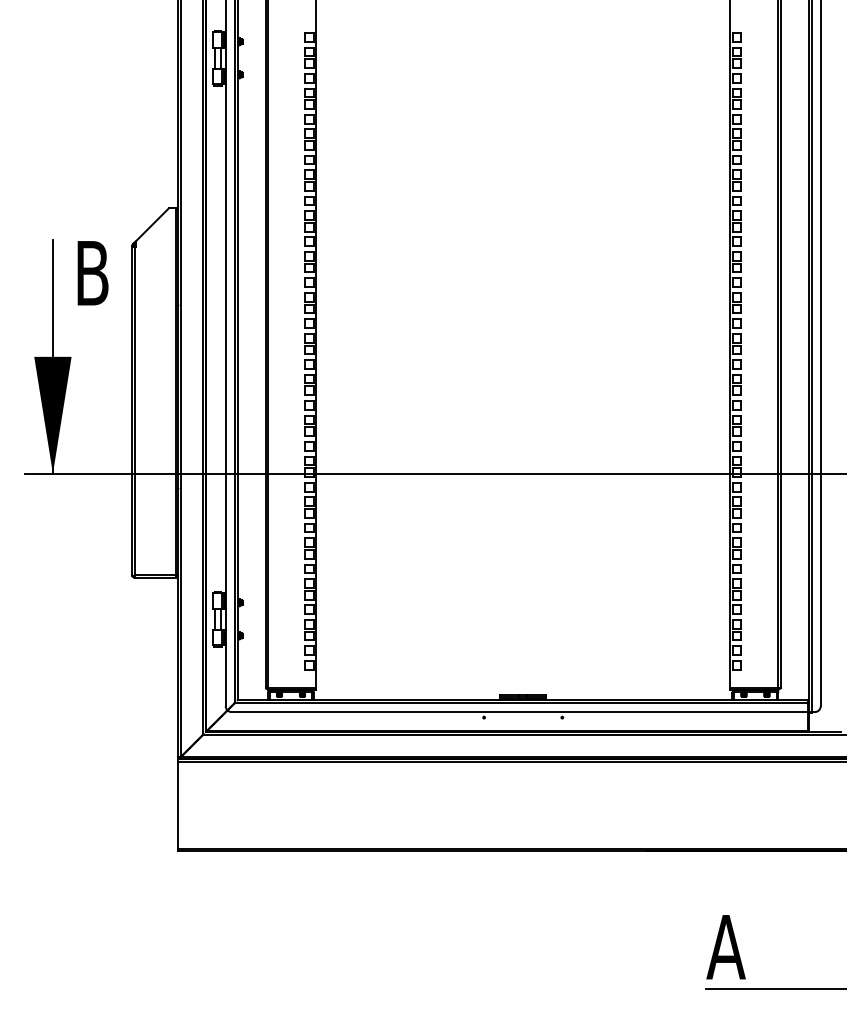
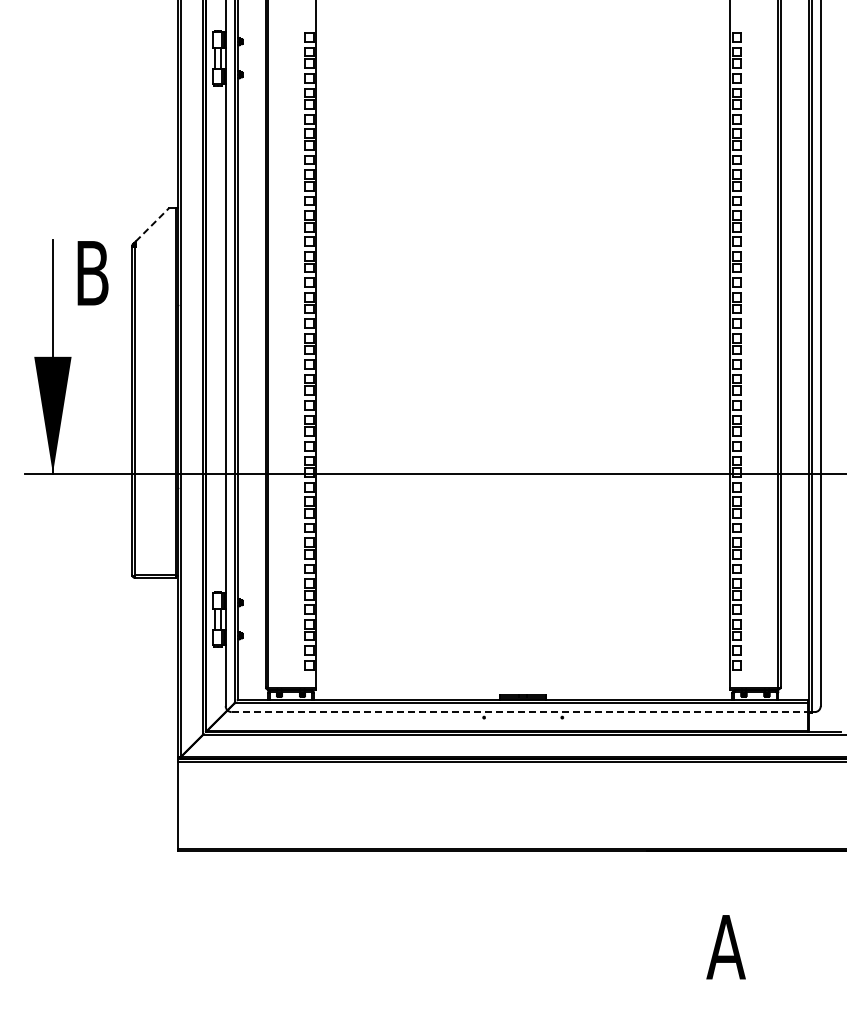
line at (152, 224): solid -> dashed
line at (520, 712): solid -> dashed
line at (774, 989): present -> none
